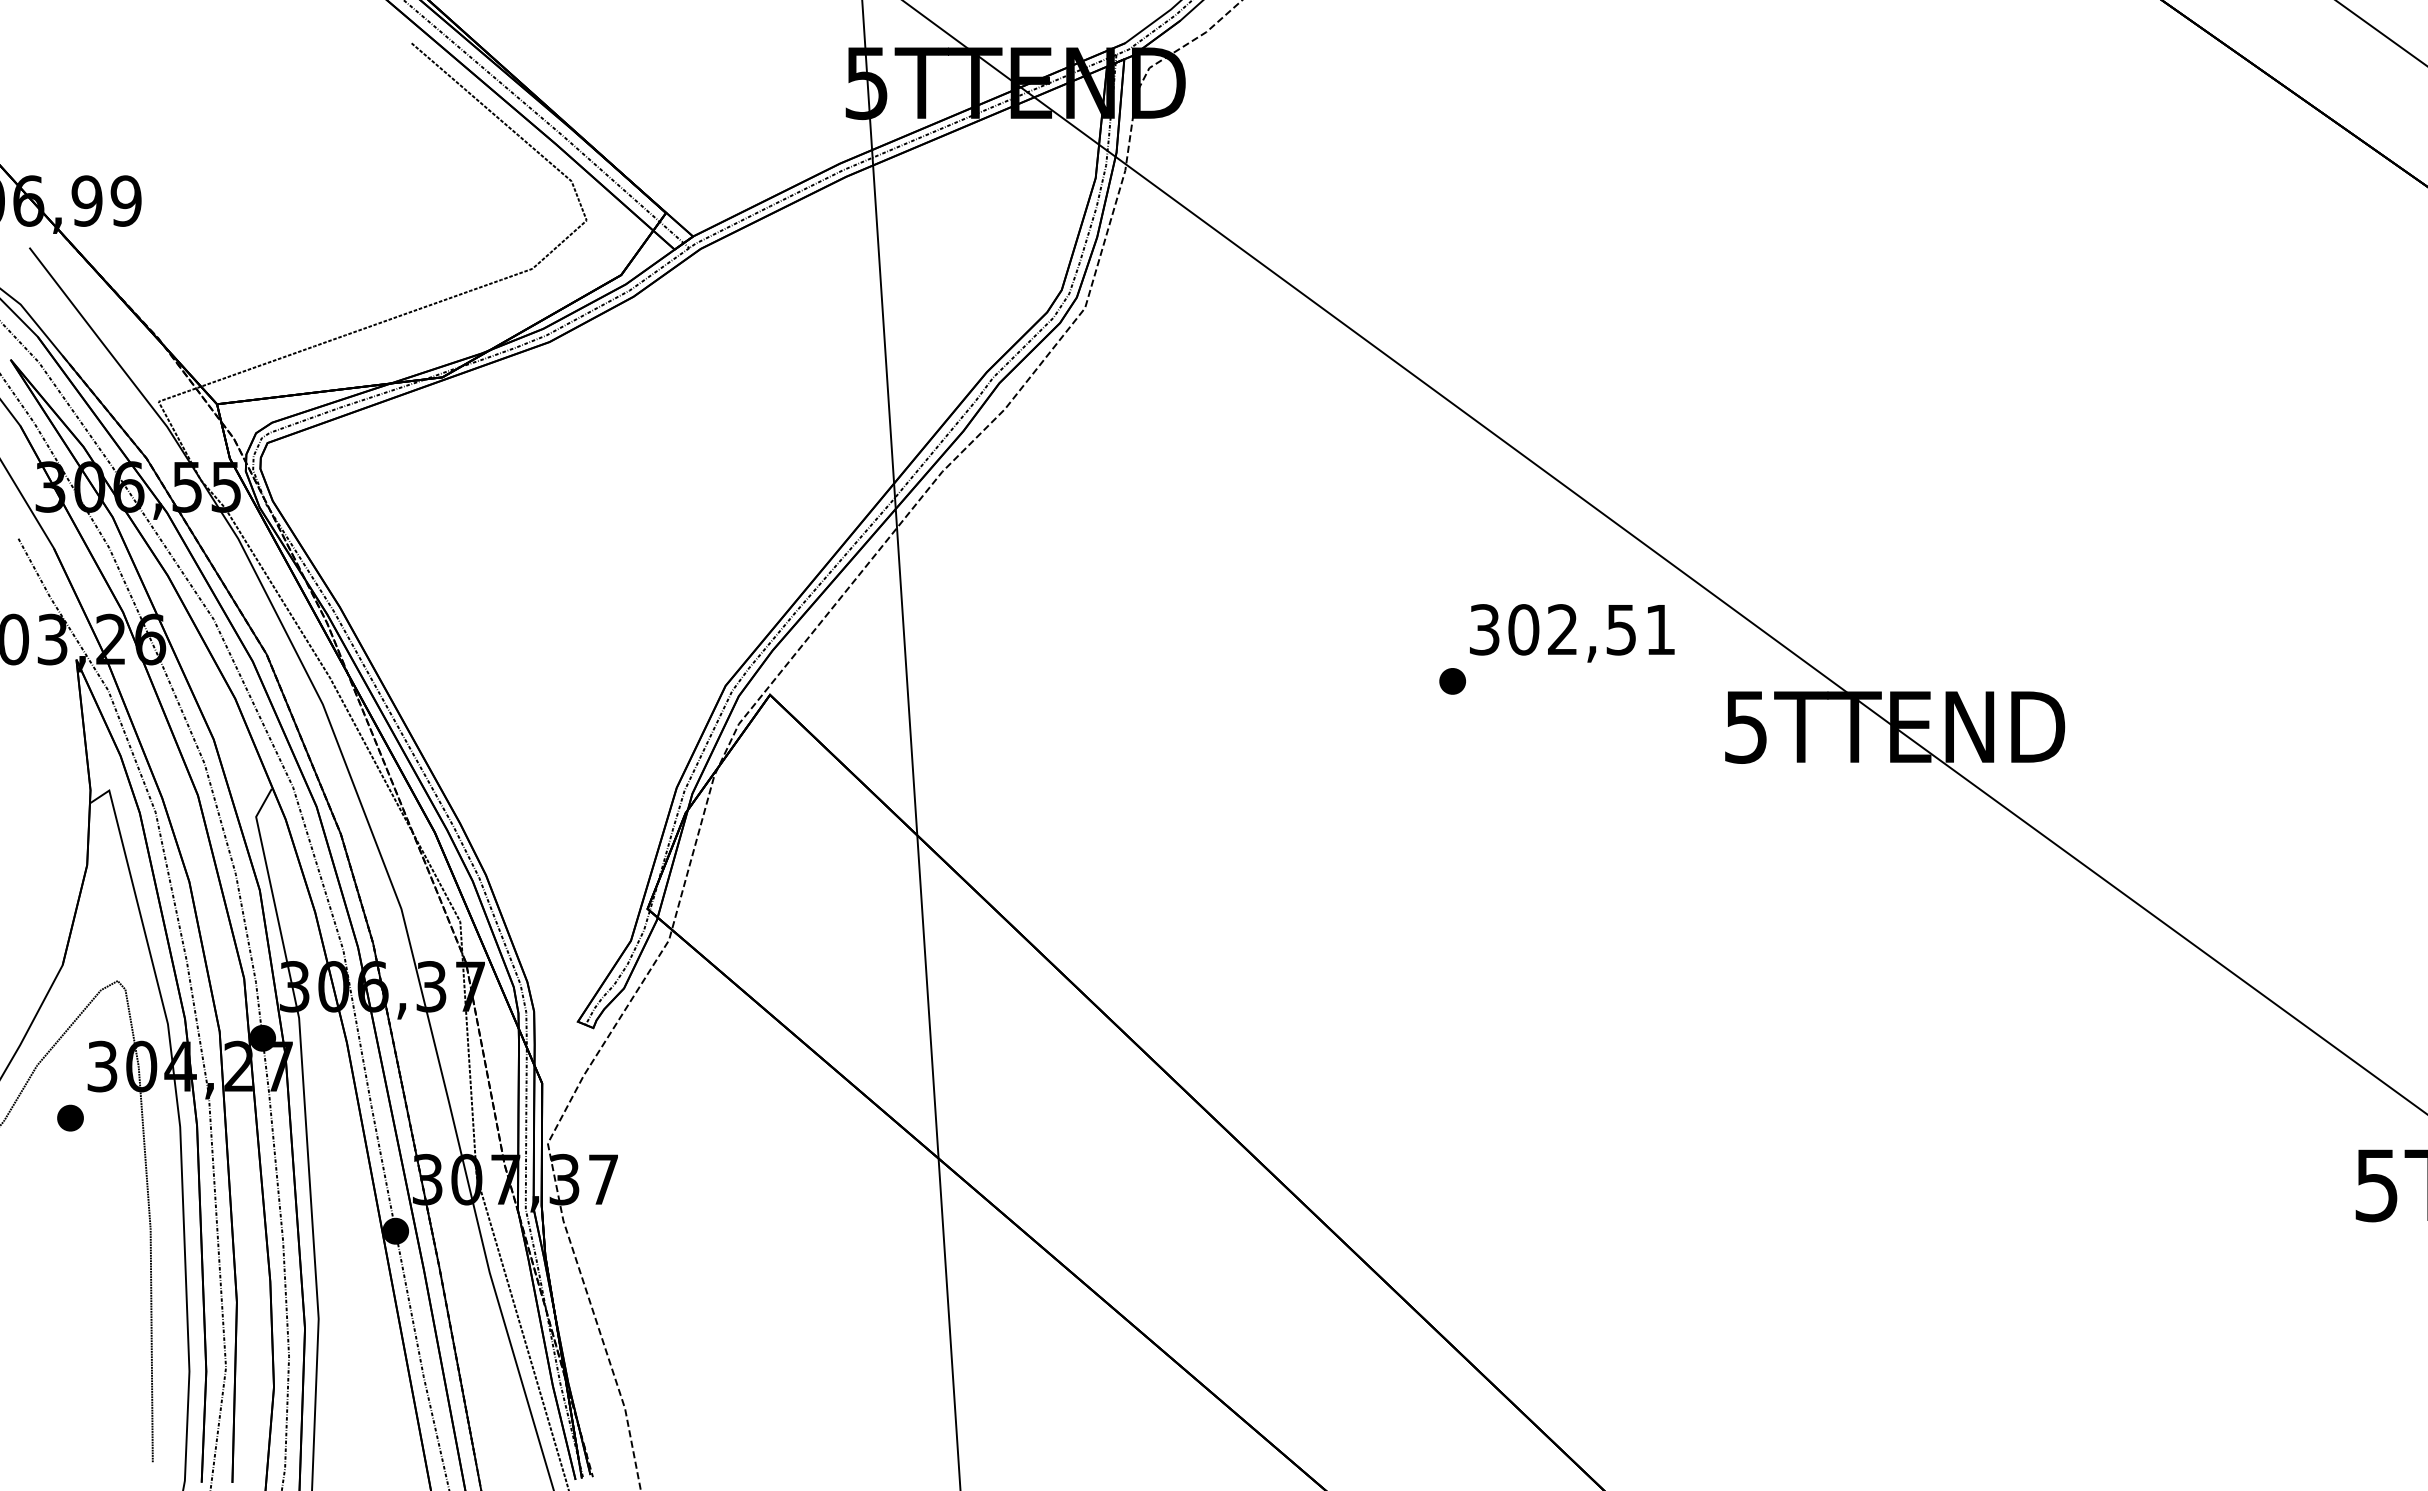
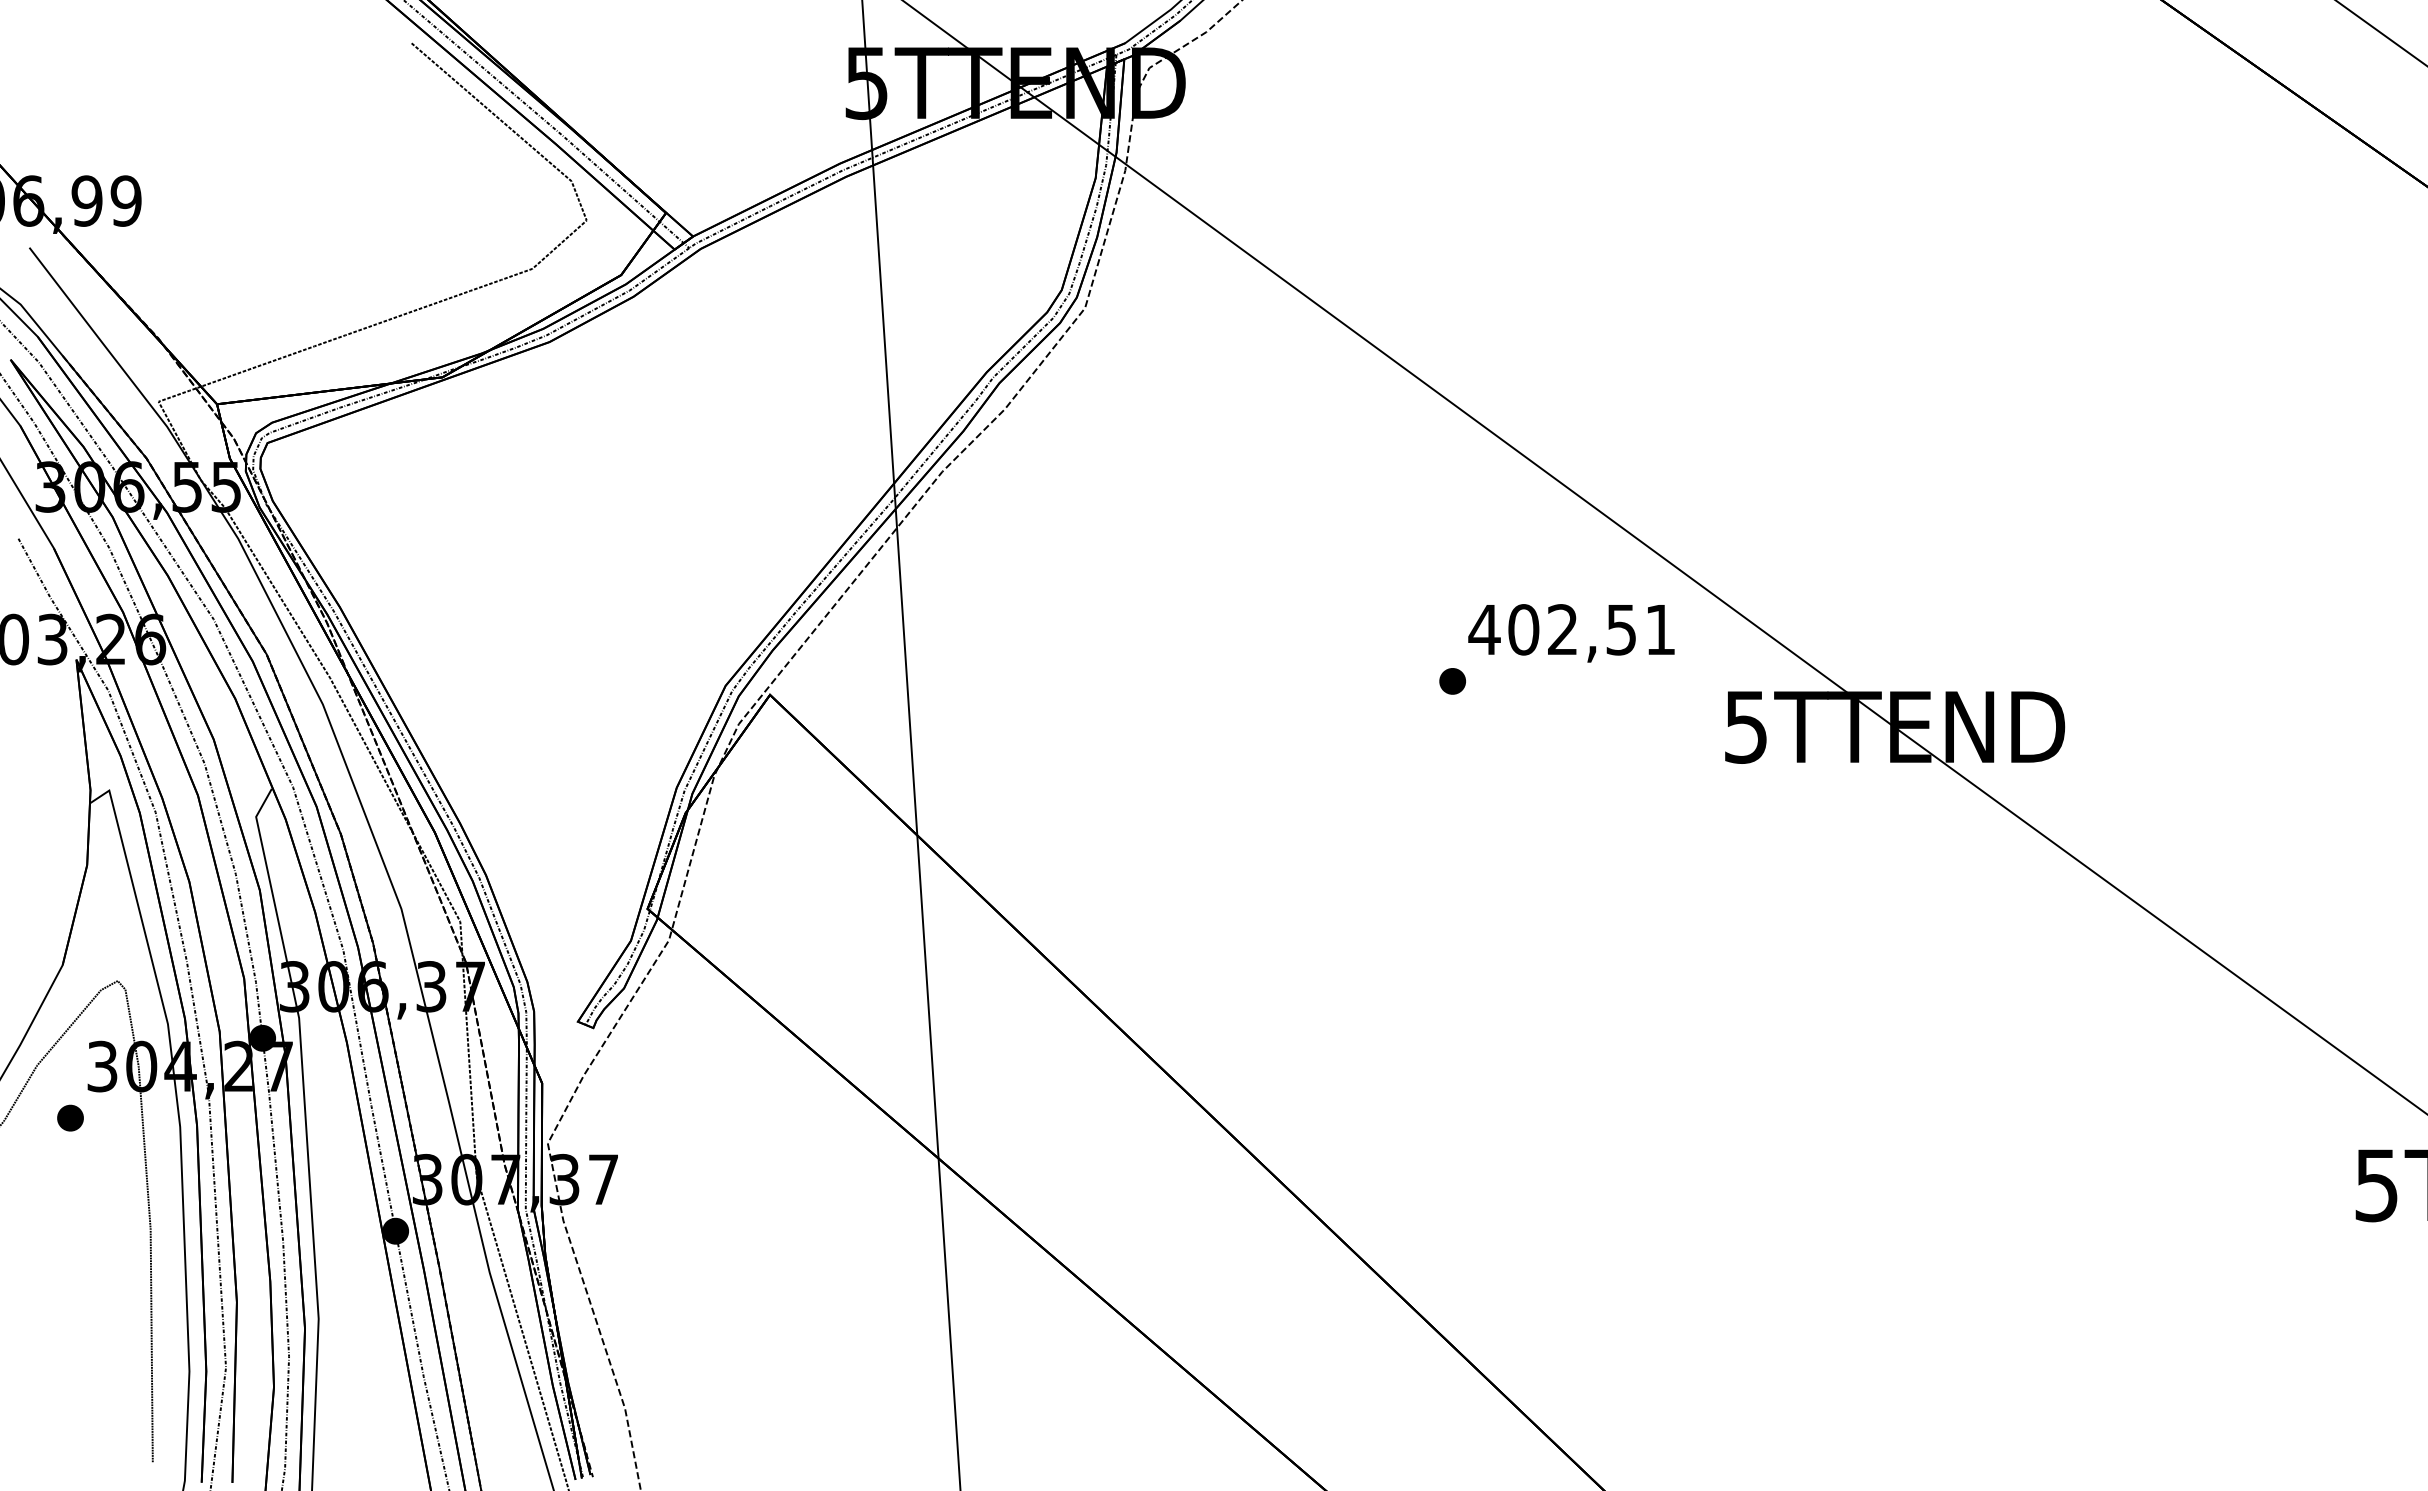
text at (1484, 629): 302,51 -> 402,51
